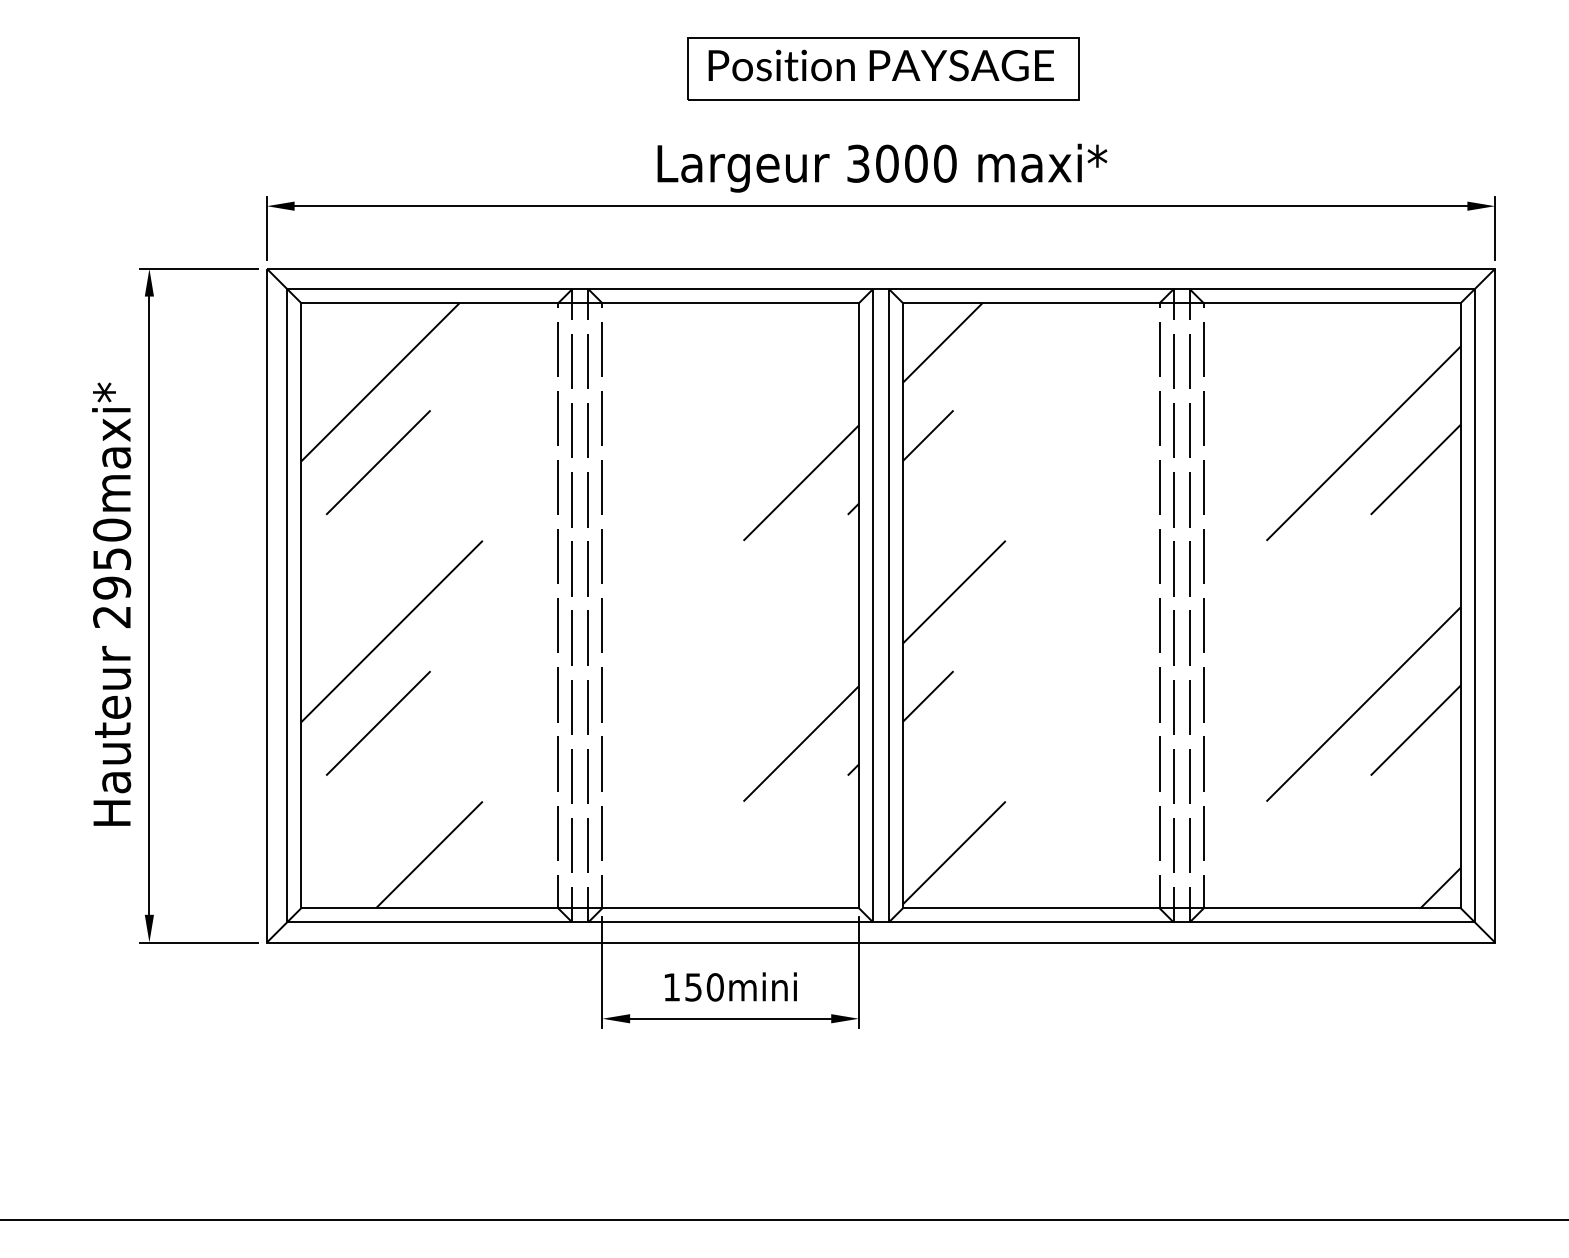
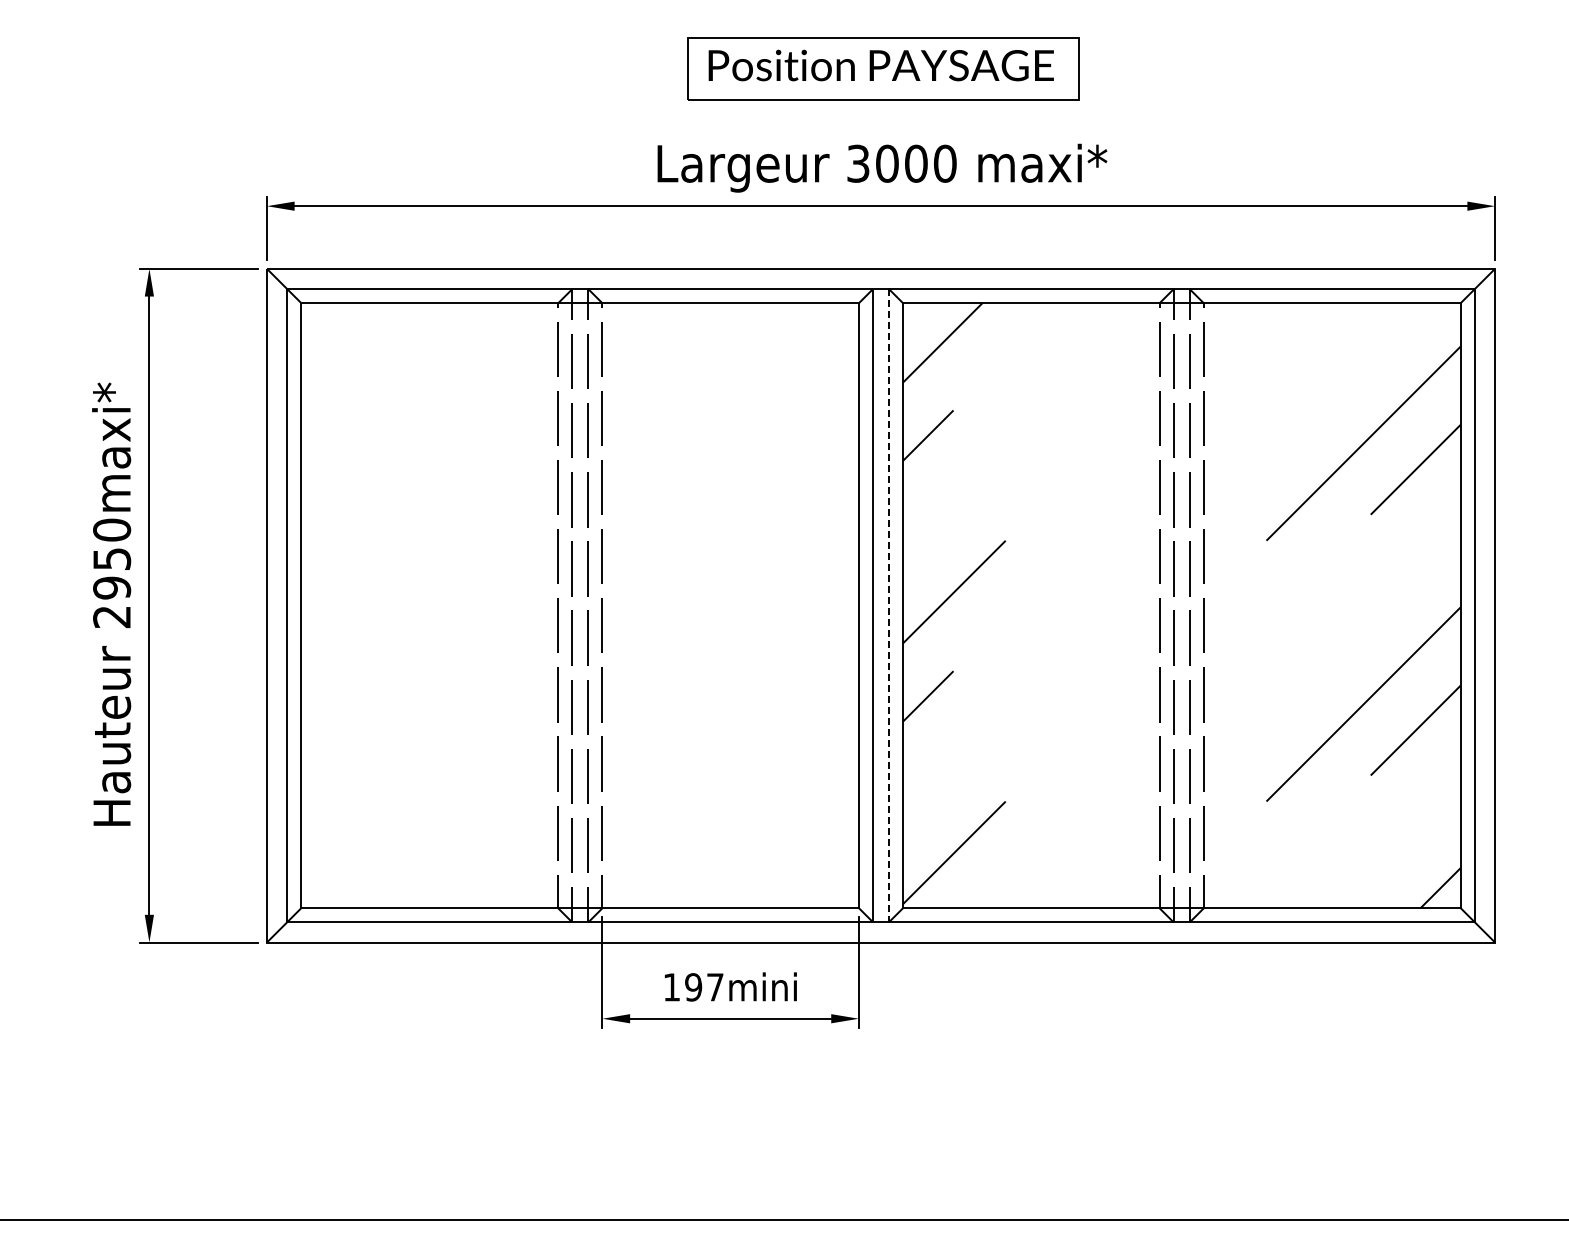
hatch at (579, 605): present -> none
line at (889, 605): solid -> dashed
text at (704, 987): 150mini -> 197mini
